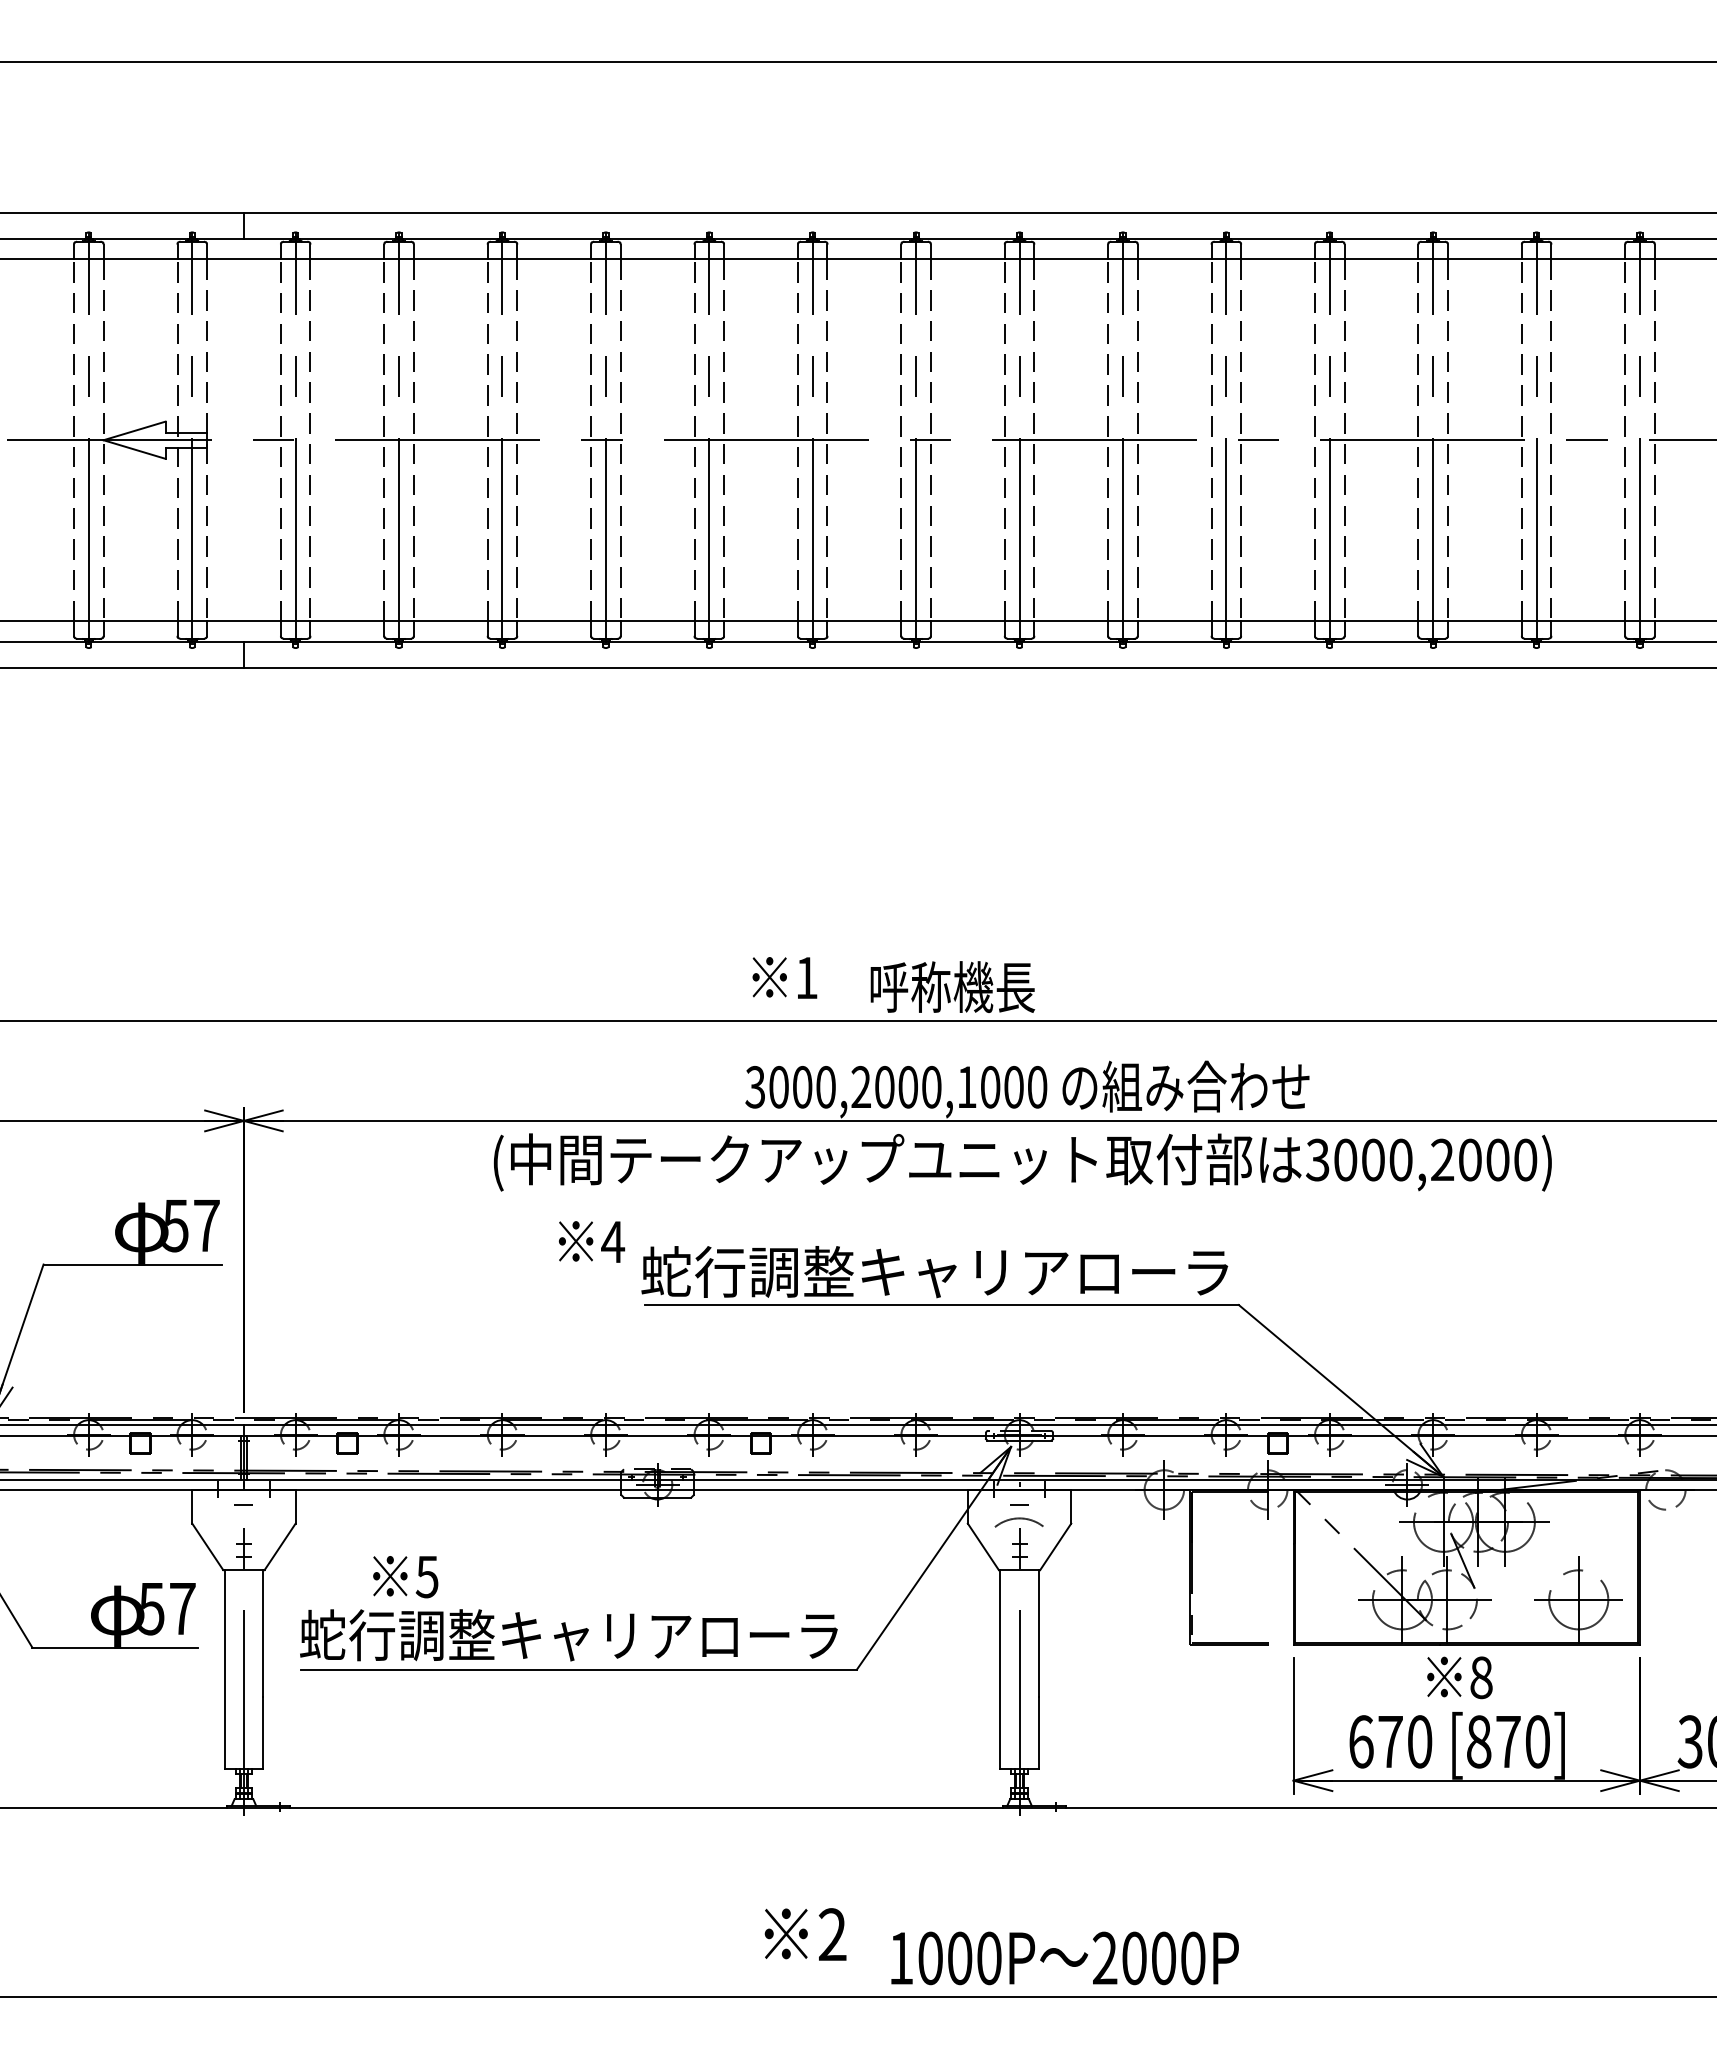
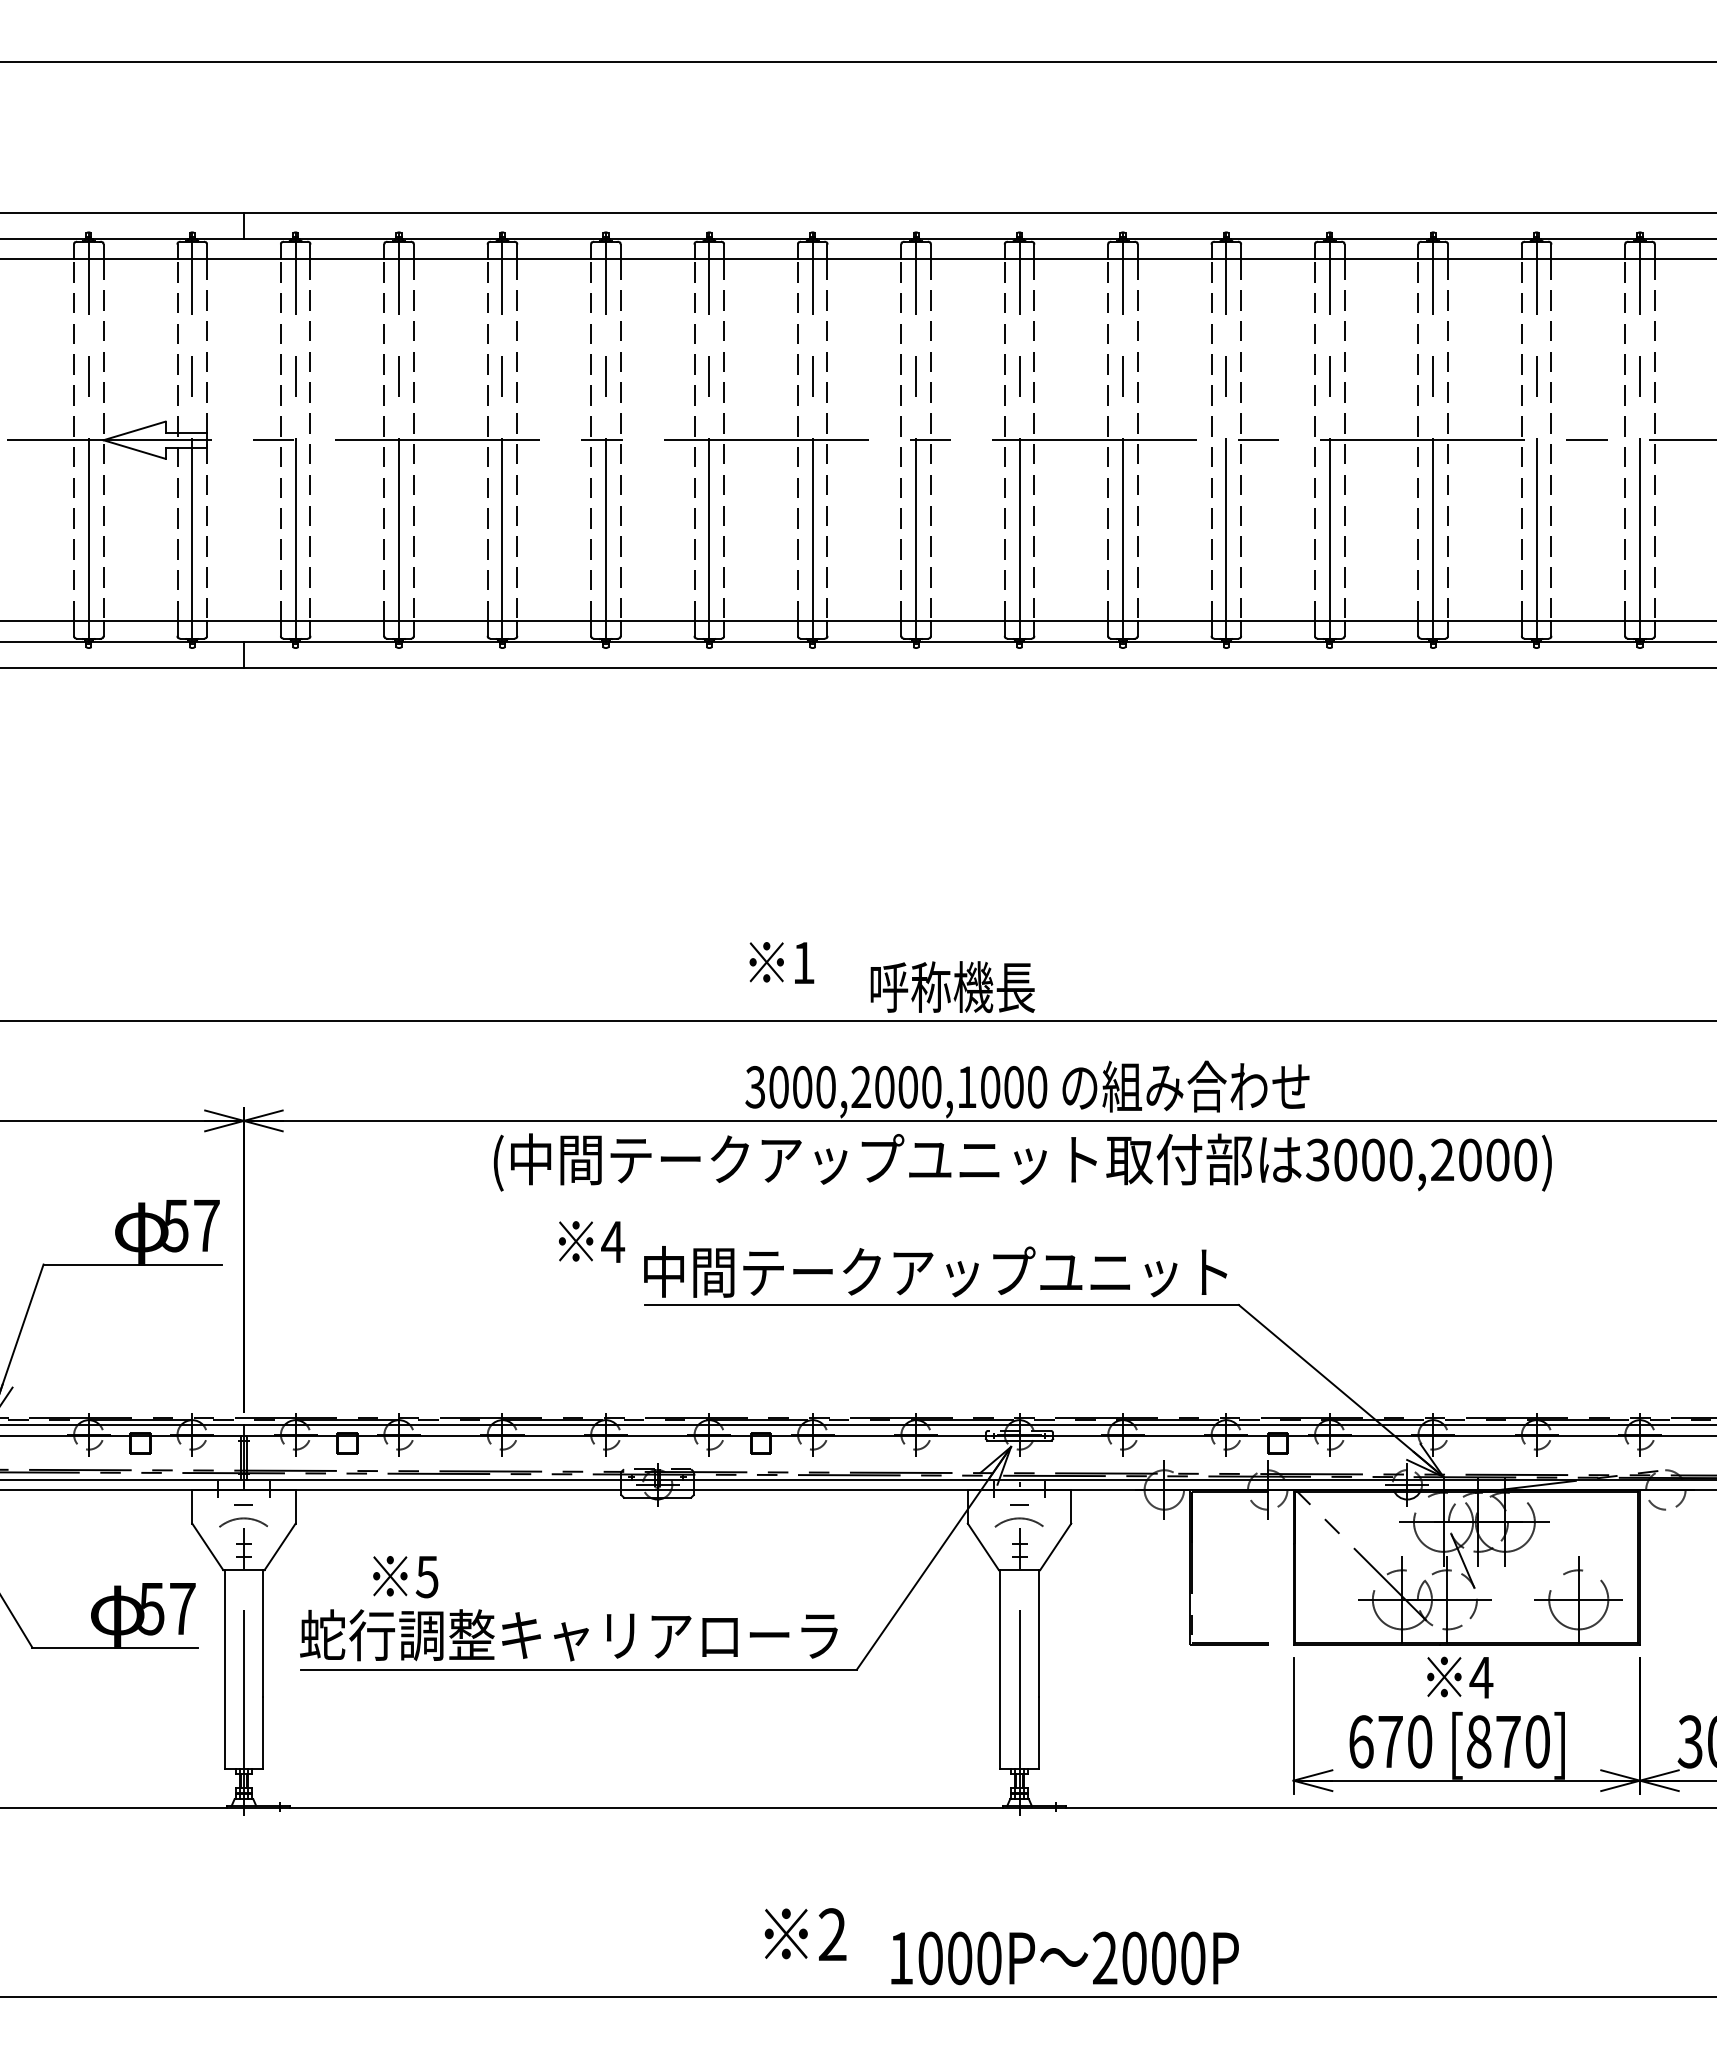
text at (784, 977) position: (784, 977) -> (781, 962)
text at (934, 1272): 蛇行調整キャリアローラ -> 中間テークアップユニット
arc at (243, 1519): none -> present
text at (1481, 1677): 8 -> 4
